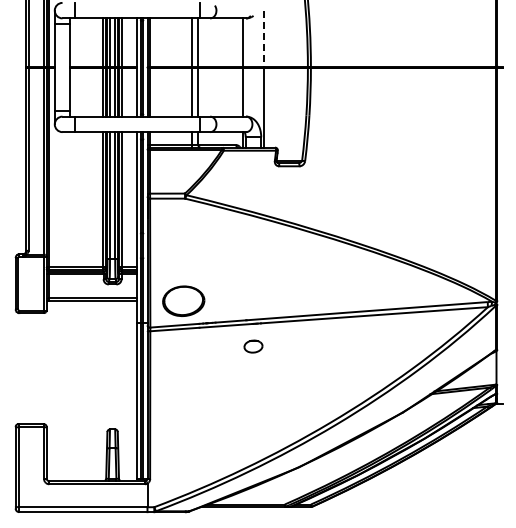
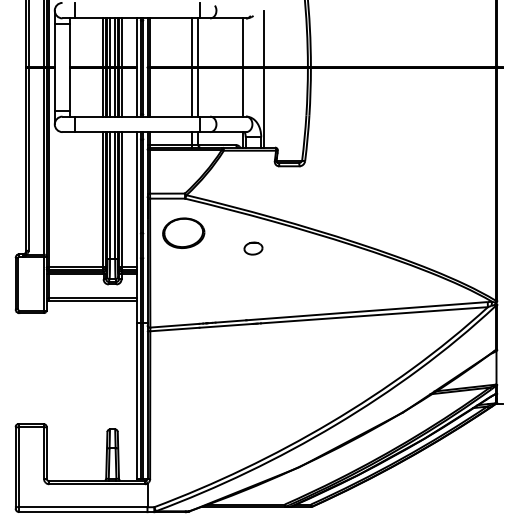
line at (264, 38): dashed -> solid
part at (183, 300) position: (183, 300) -> (183, 232)
part at (253, 346) position: (253, 346) -> (253, 248)
